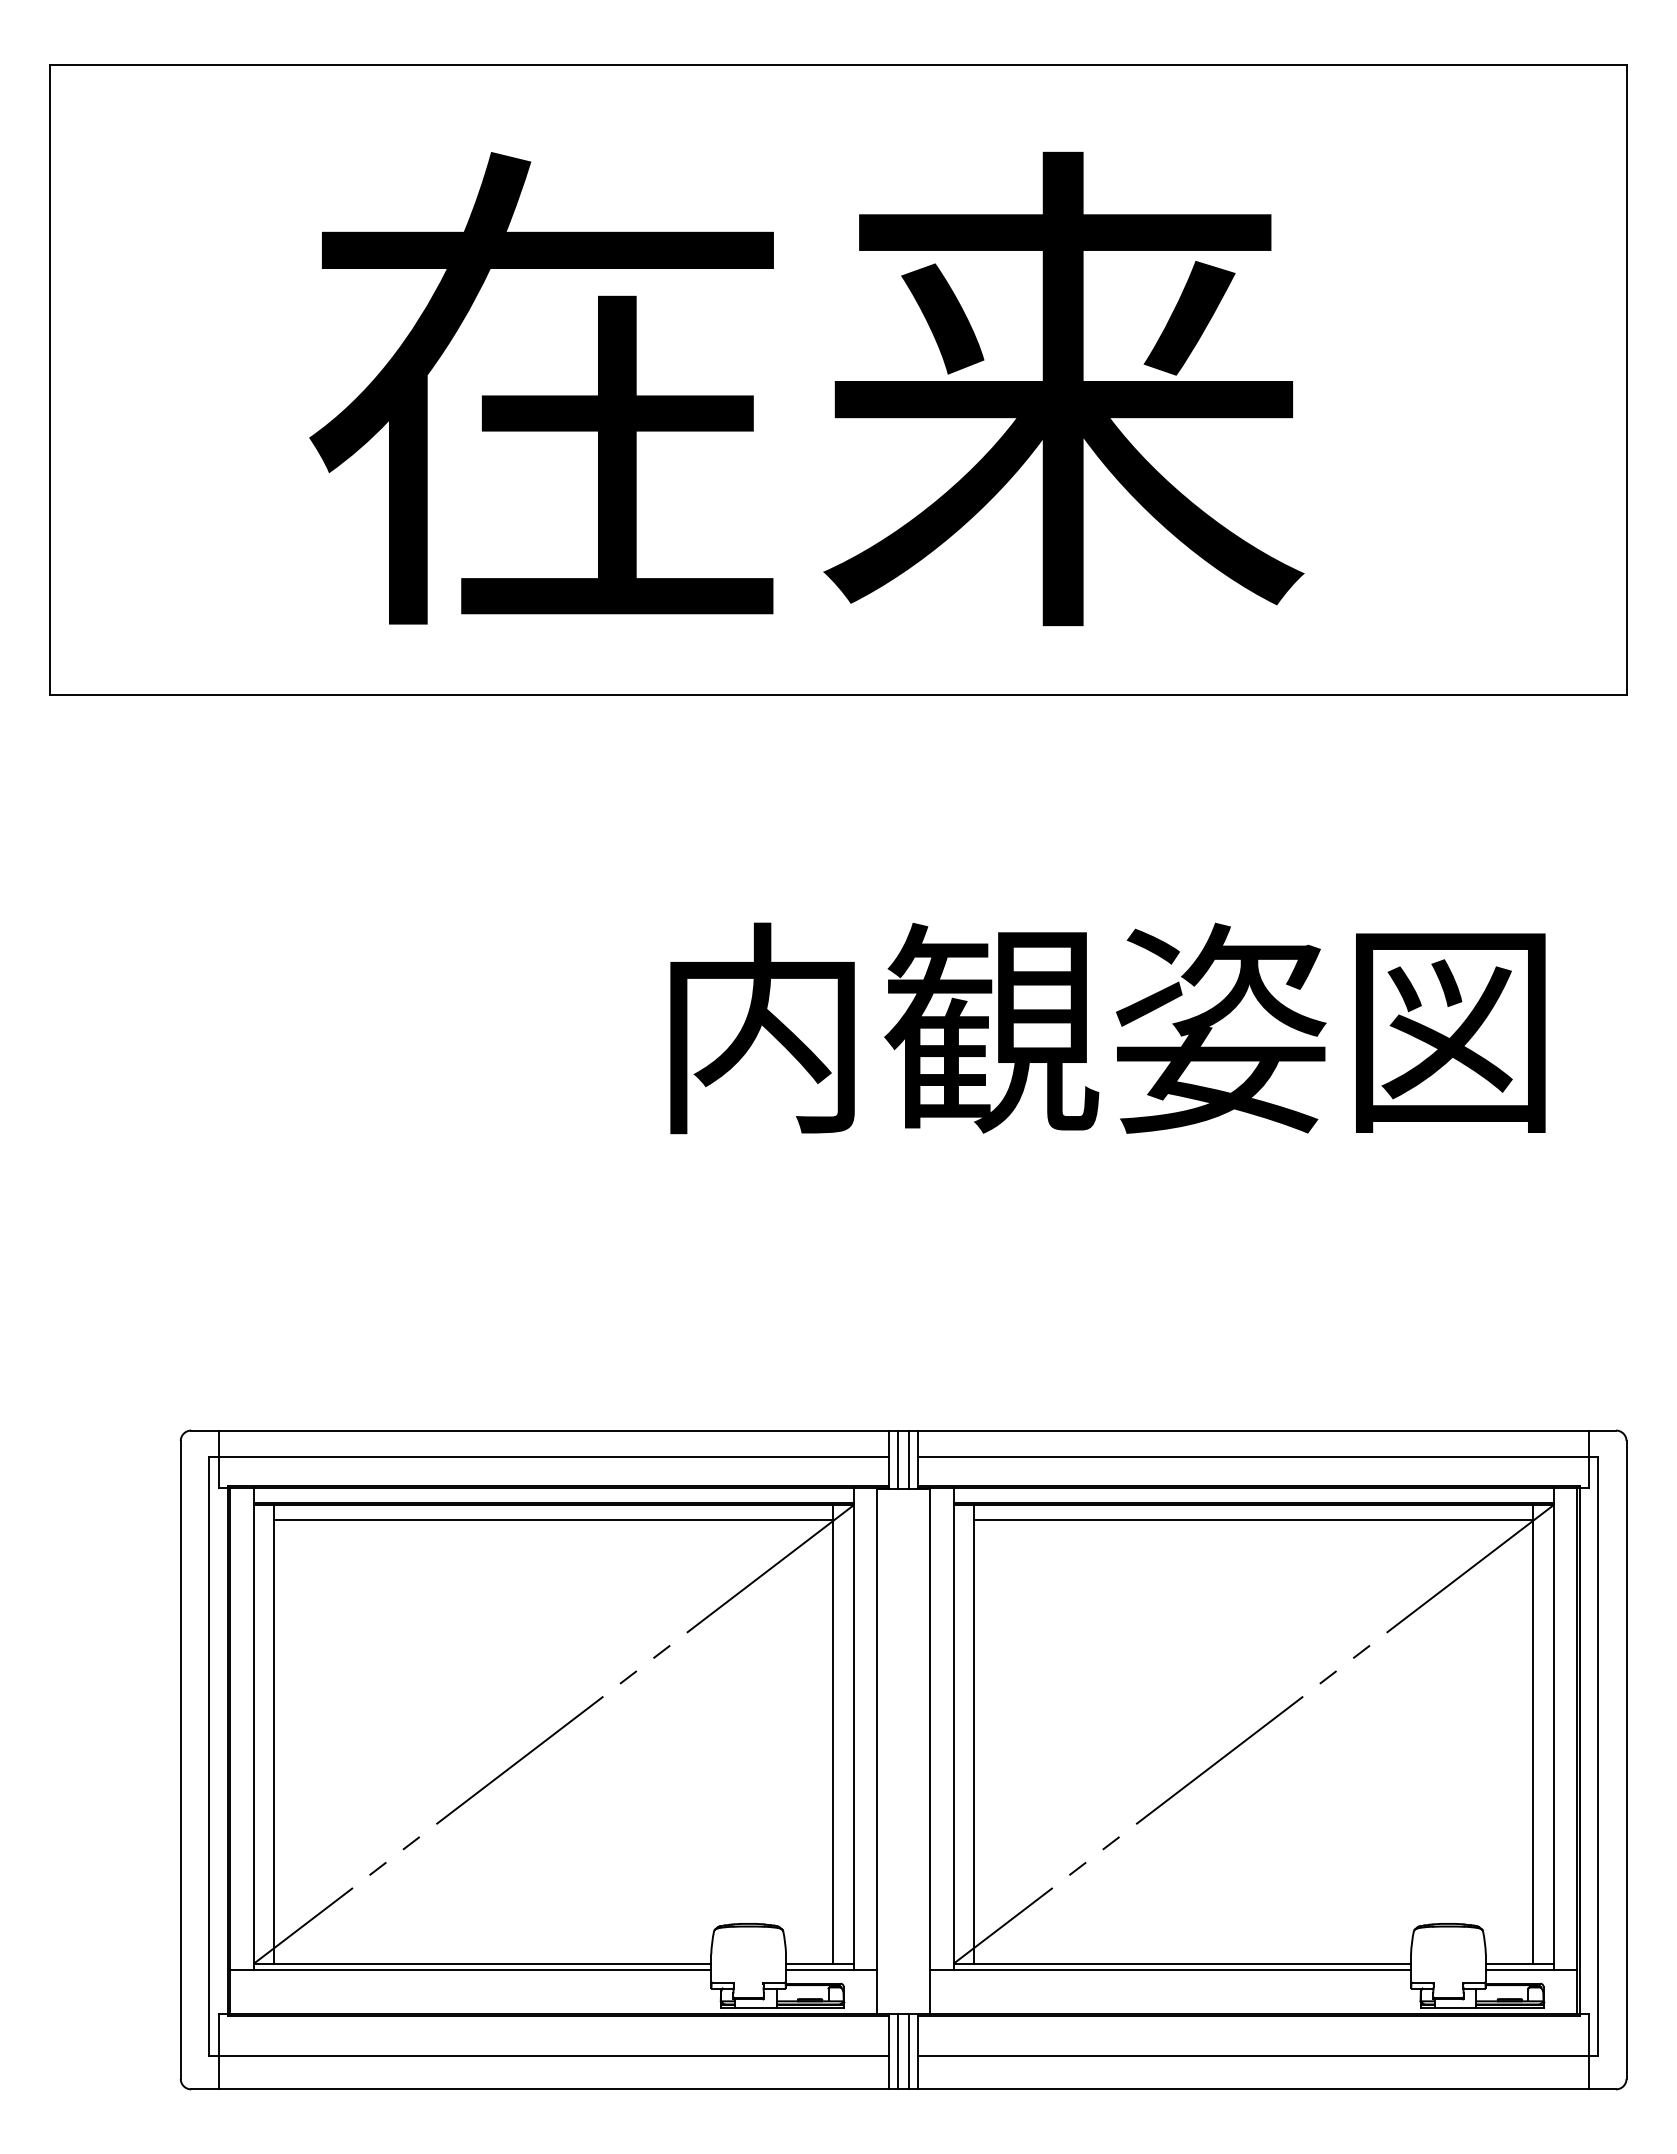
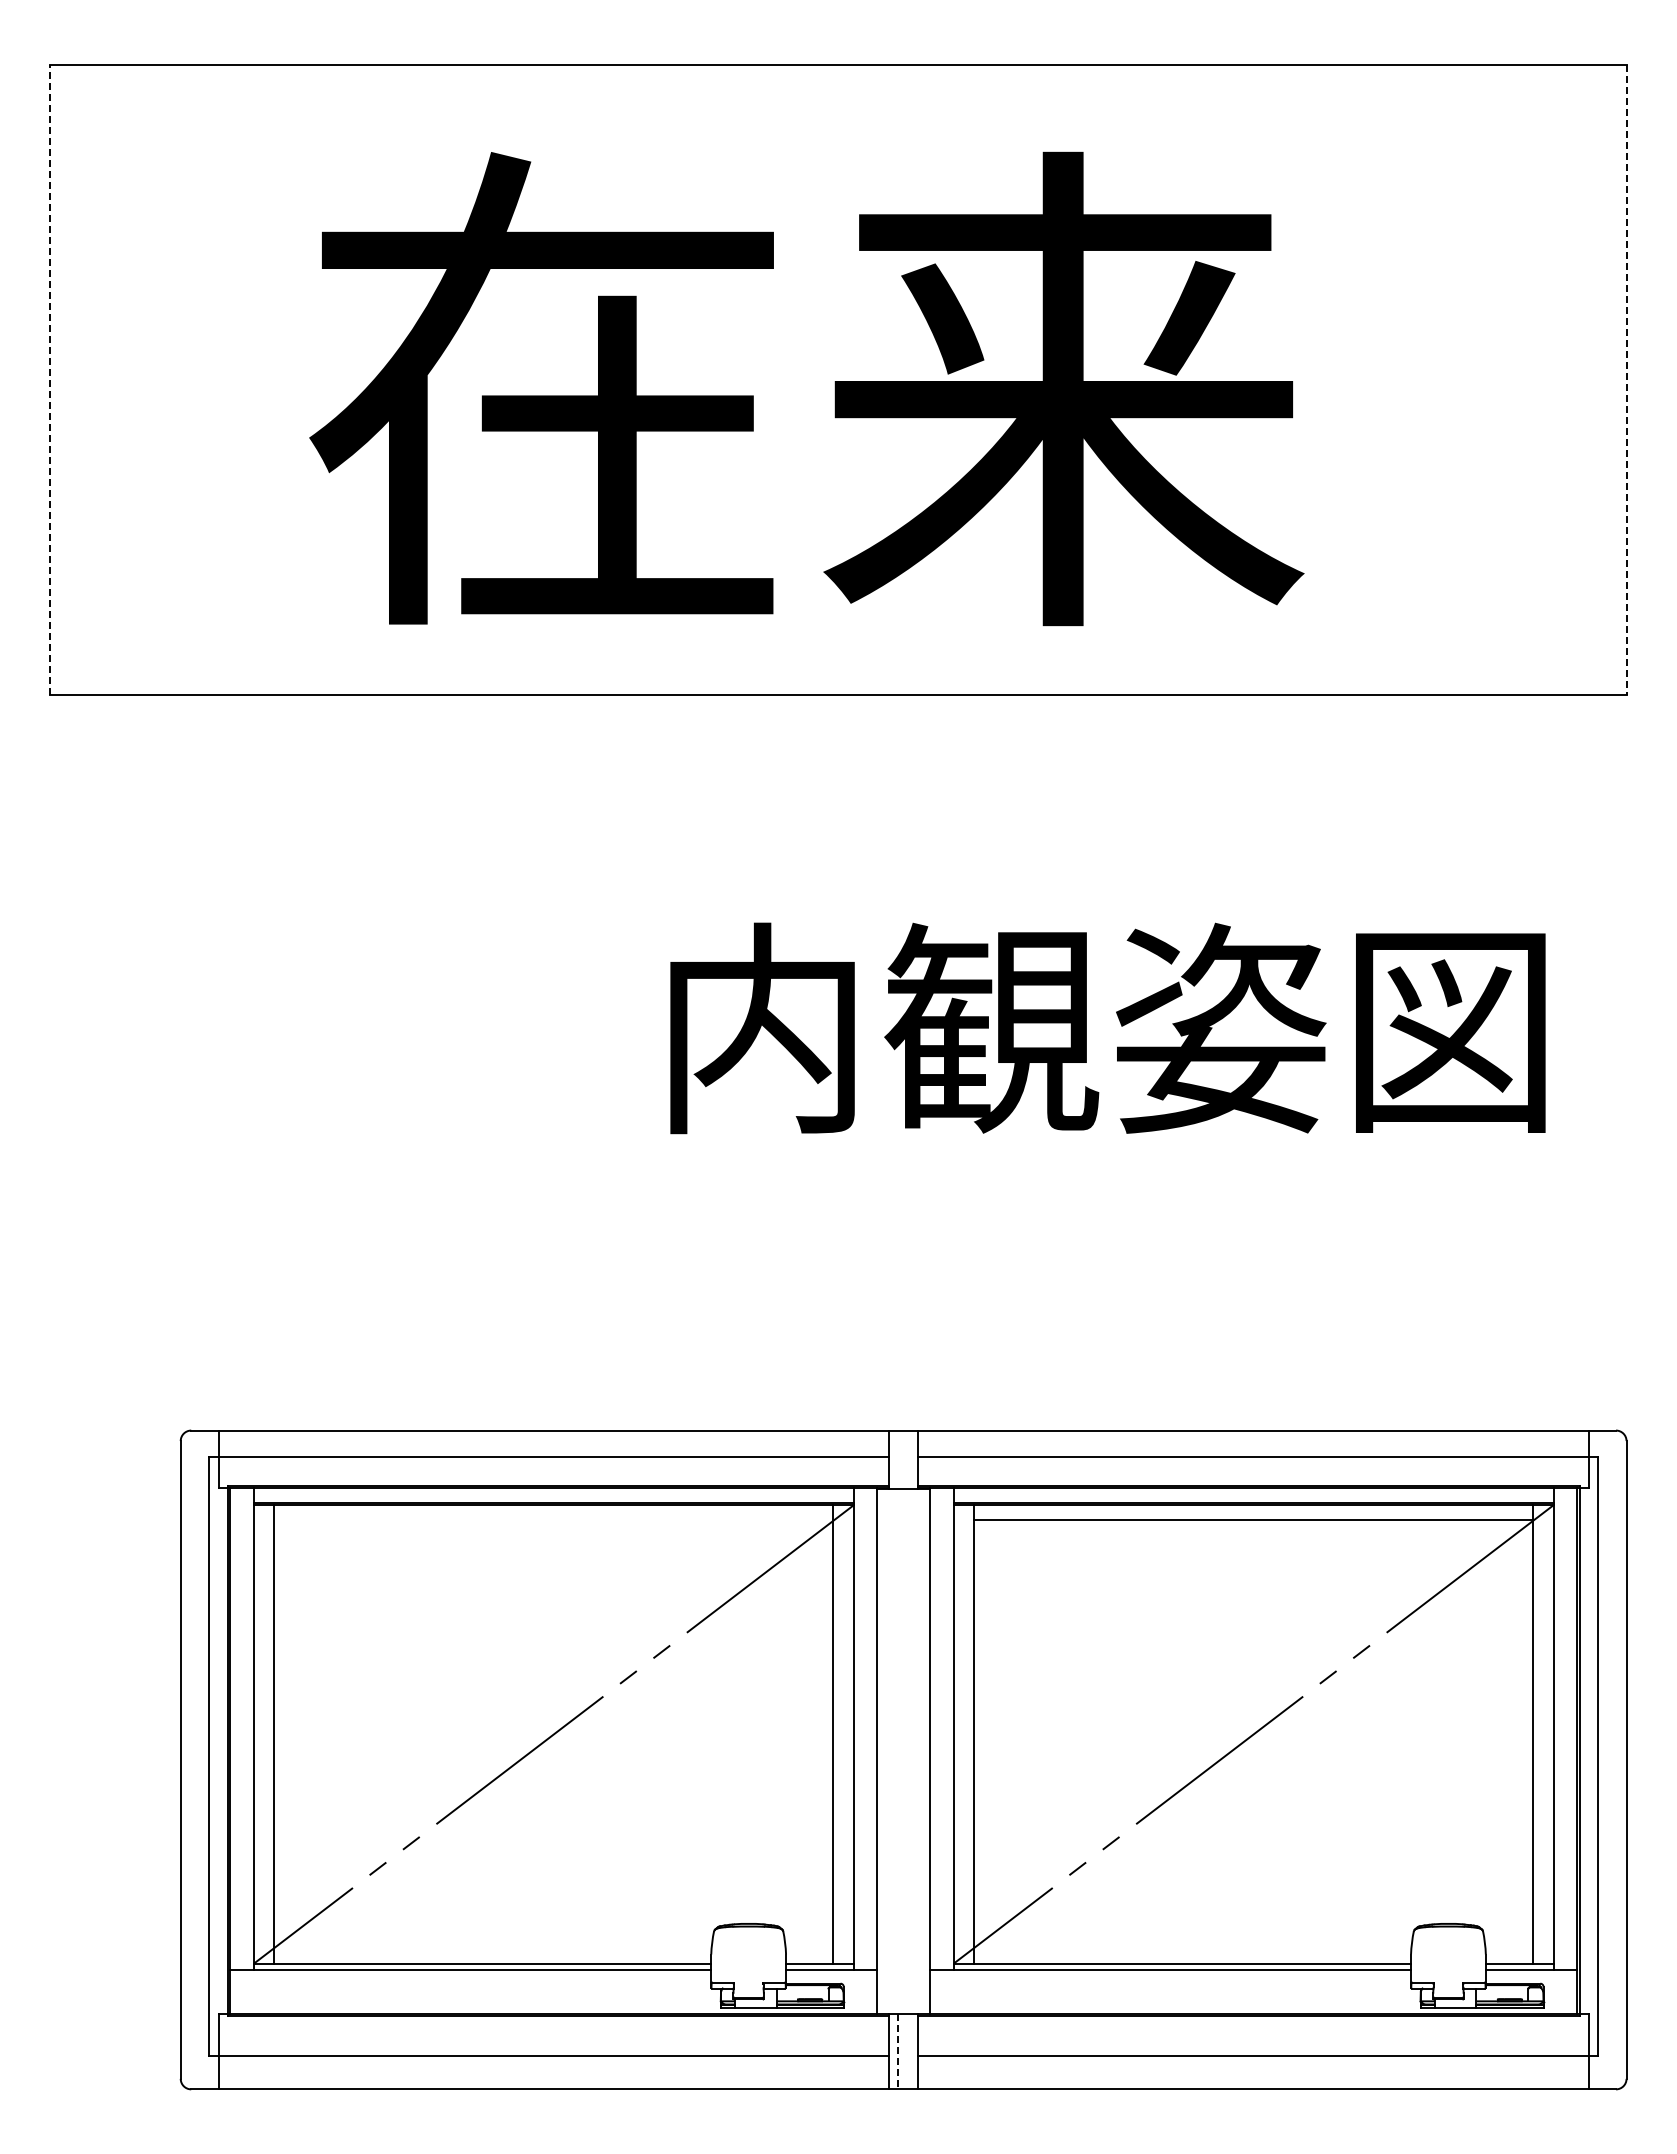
line at (50, 379): solid -> dashed
line at (1626, 380): solid -> dashed
line at (898, 1459): present -> none
line at (908, 1459): present -> none
line at (553, 1520): present -> none
line at (898, 2051): solid -> dashed
line at (908, 2051): present -> none
